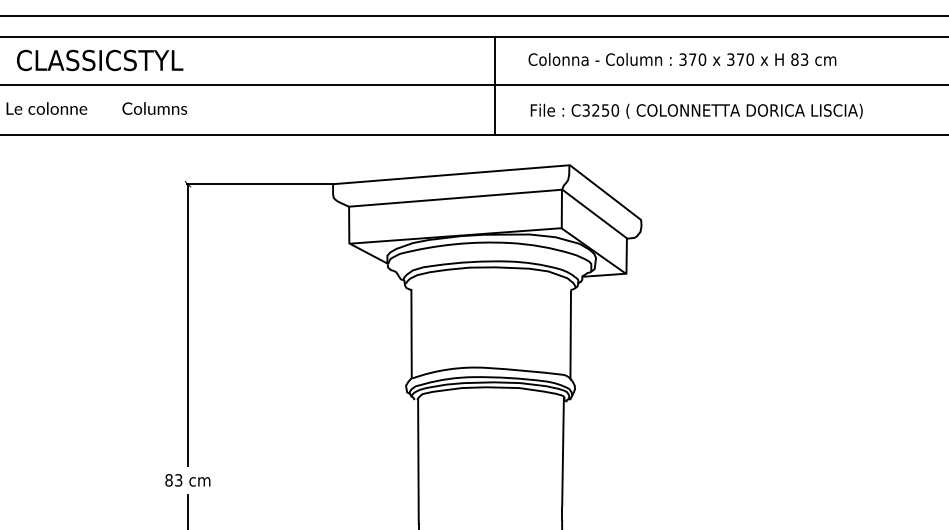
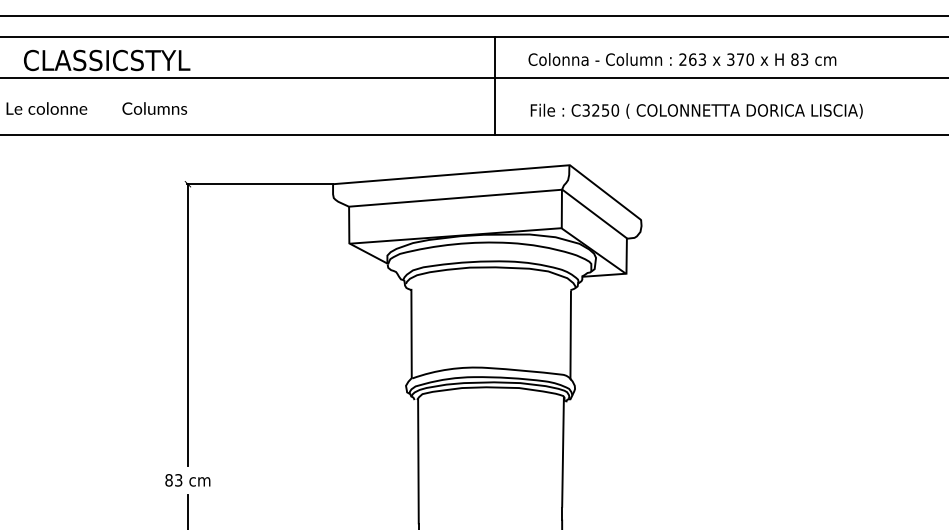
text at (692, 59): 370 -> 263
text at (100, 60) position: (100, 60) -> (107, 60)
line at (473, 84) position: (473, 84) -> (473, 77)
